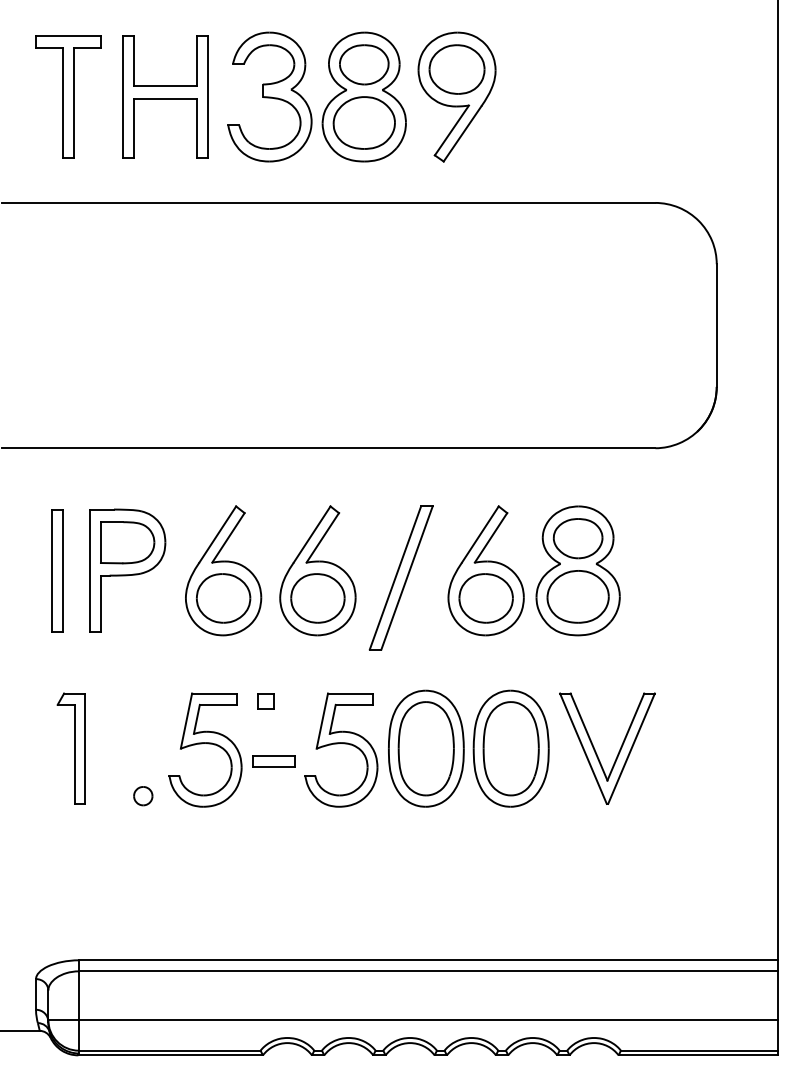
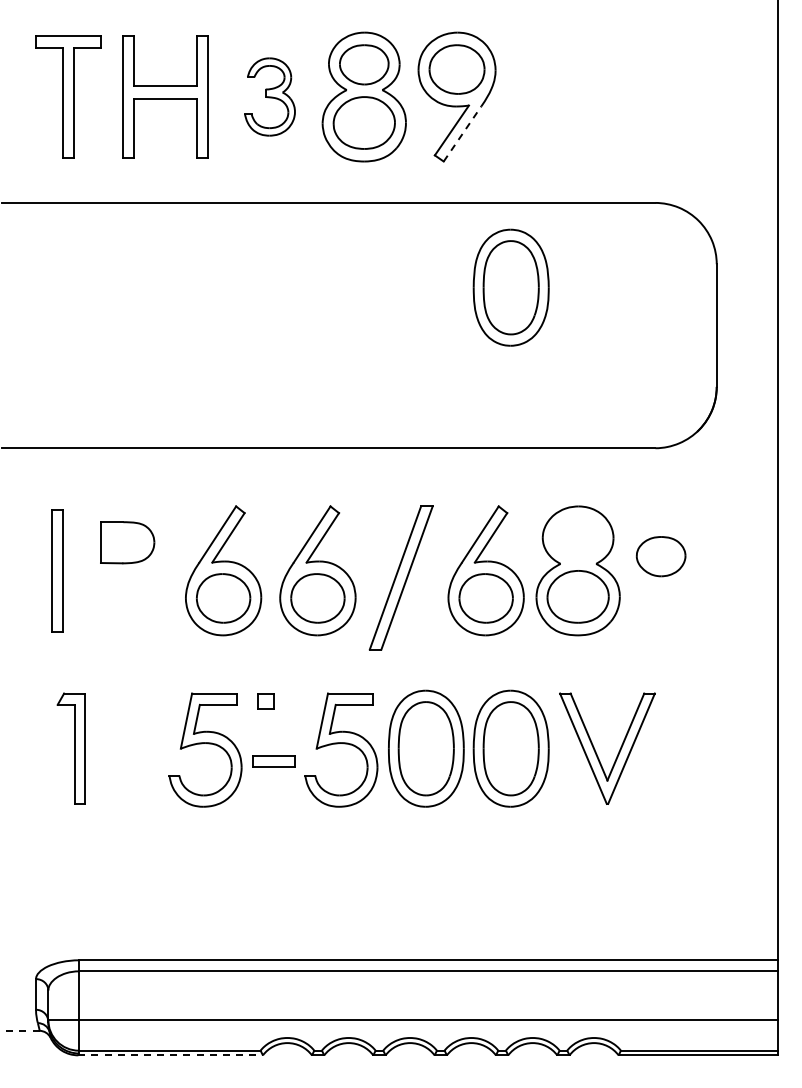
part at (269, 96) size: 86x132 px -> 52x80 px
line at (462, 133): solid -> dashed
part at (510, 287): none -> present
part at (577, 538) position: (577, 538) -> (660, 556)
part at (127, 570): present -> none
part at (143, 796): present -> none
line at (19, 1030): solid -> dashed
line at (171, 1055): solid -> dashed
